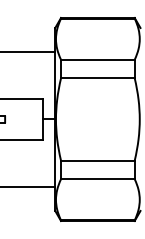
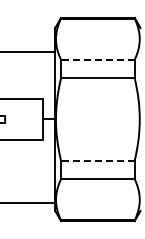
line at (97, 59): solid -> dashed
line at (97, 160): solid -> dashed
line at (28, 187) position: (28, 187) -> (28, 203)
